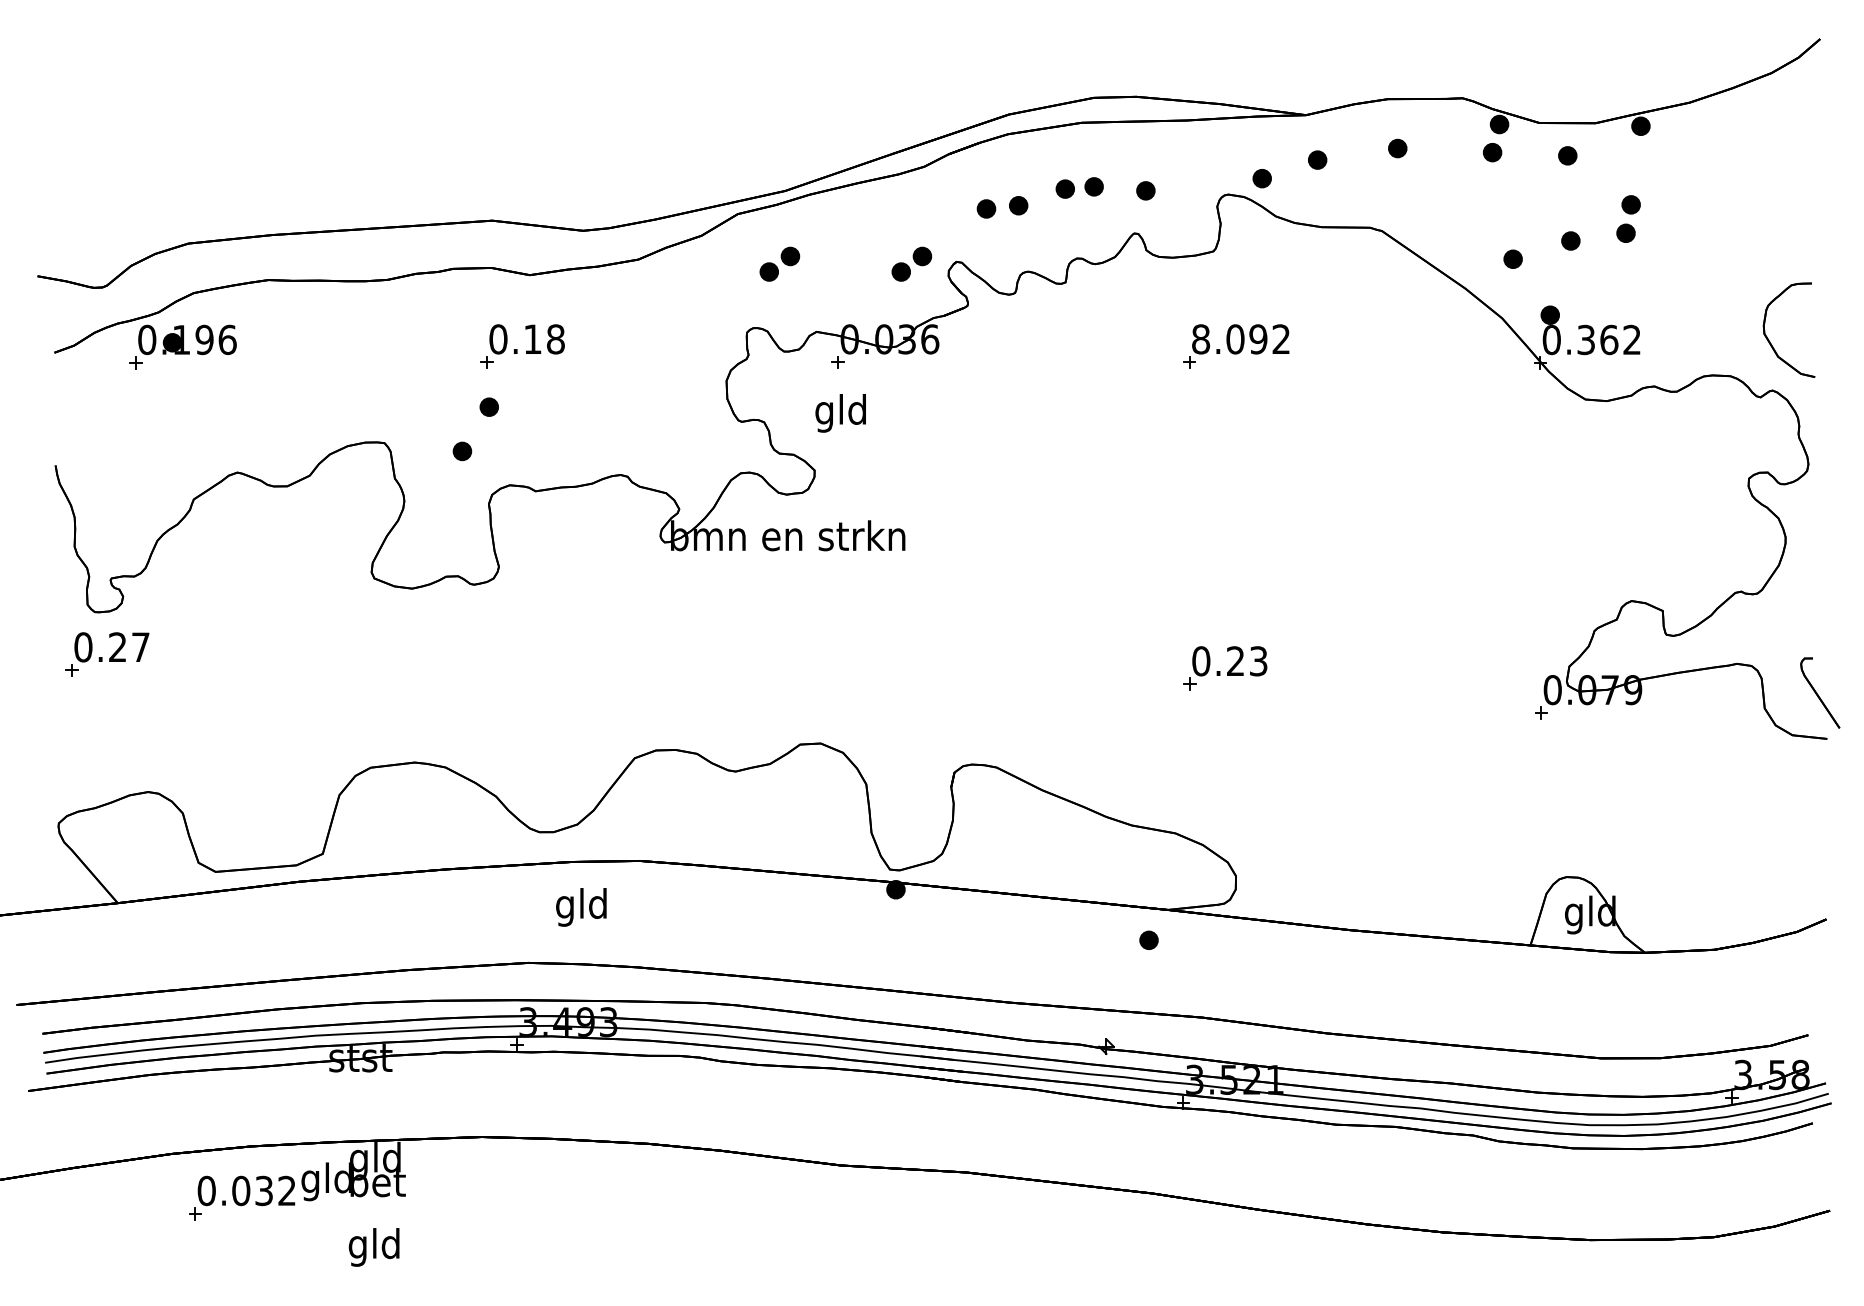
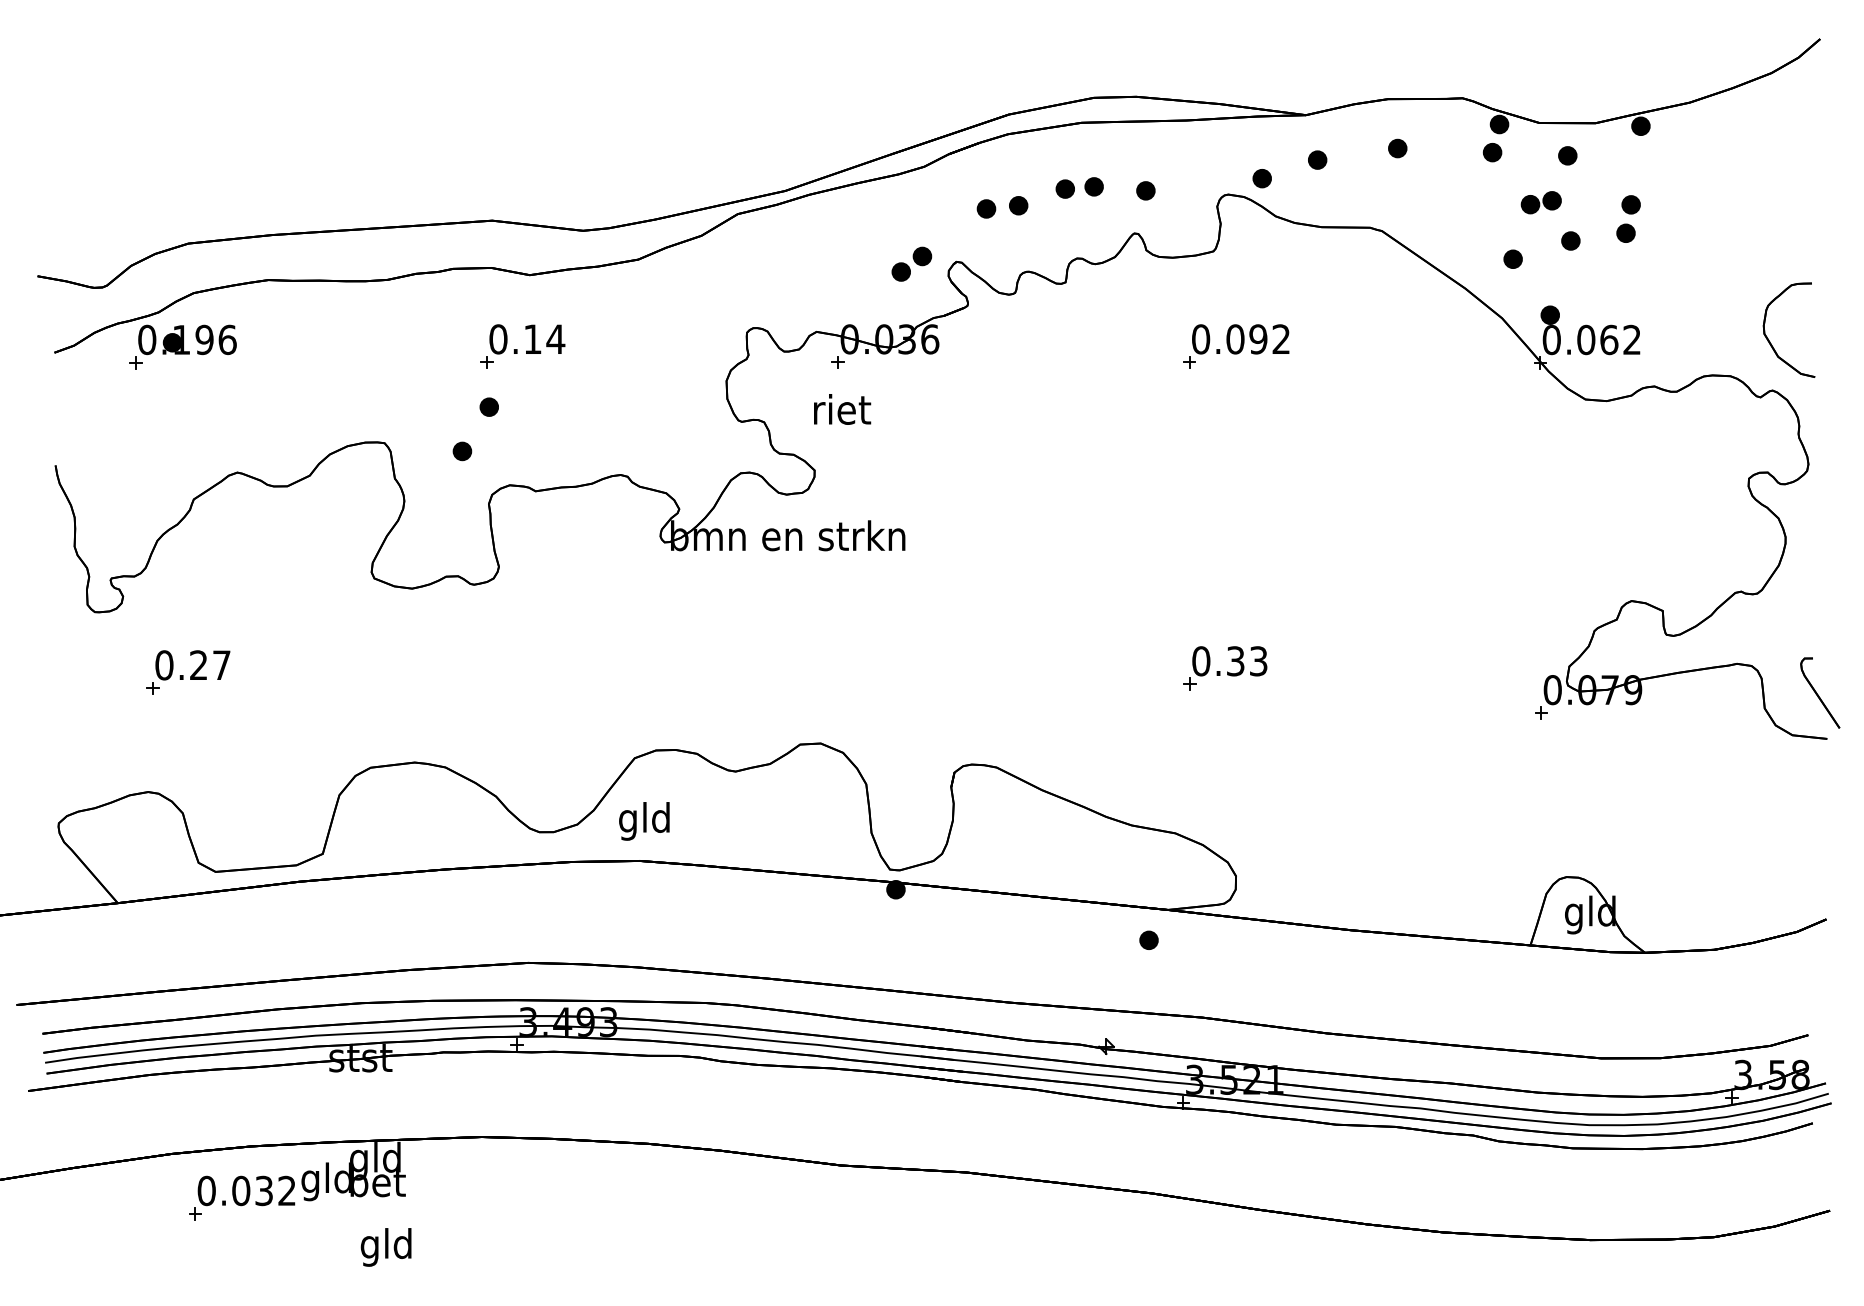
part at (1540, 202): none -> present
part at (779, 263): present -> none
text at (555, 339): 0.18 -> 0.14
text at (1201, 339): 8.092 -> 0.092
text at (1586, 339): 0.362 -> 0.062
text at (842, 413): gld -> riet
part at (107, 654) position: (107, 654) -> (188, 672)
text at (1235, 661): 0.23 -> 0.33
text at (581, 907) position: (581, 907) -> (644, 821)
text at (373, 1247) position: (373, 1247) -> (385, 1247)
